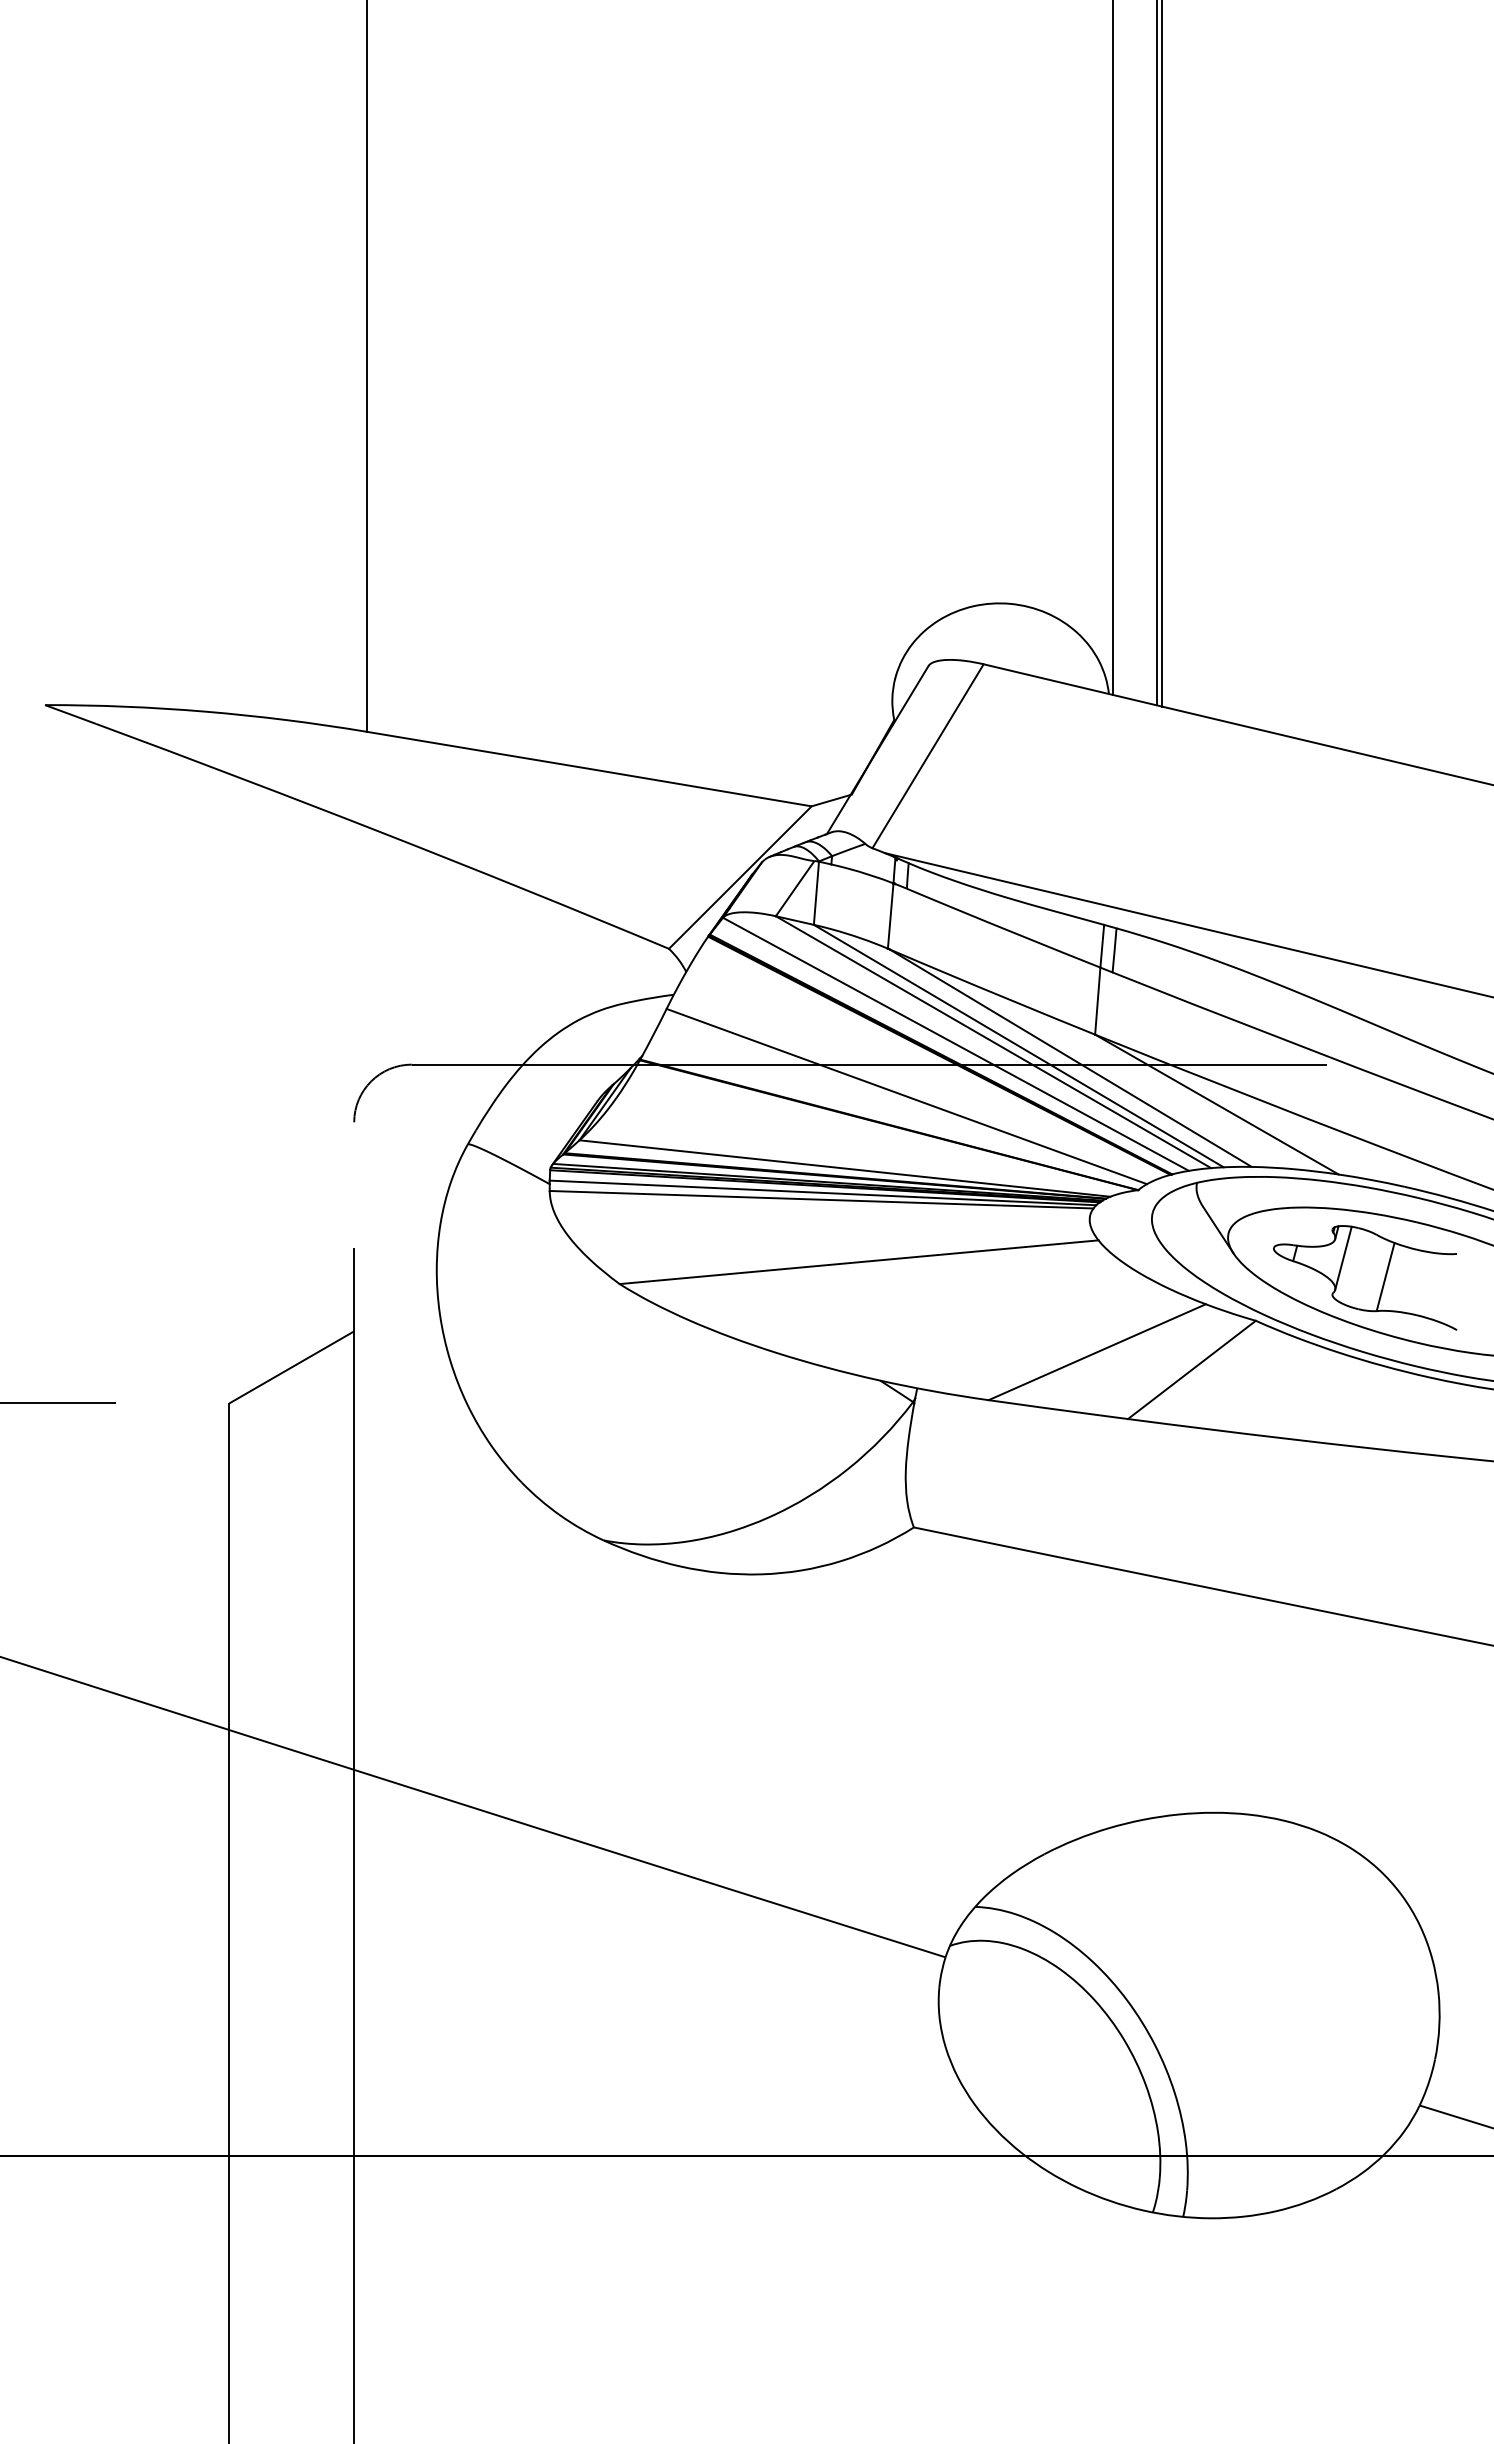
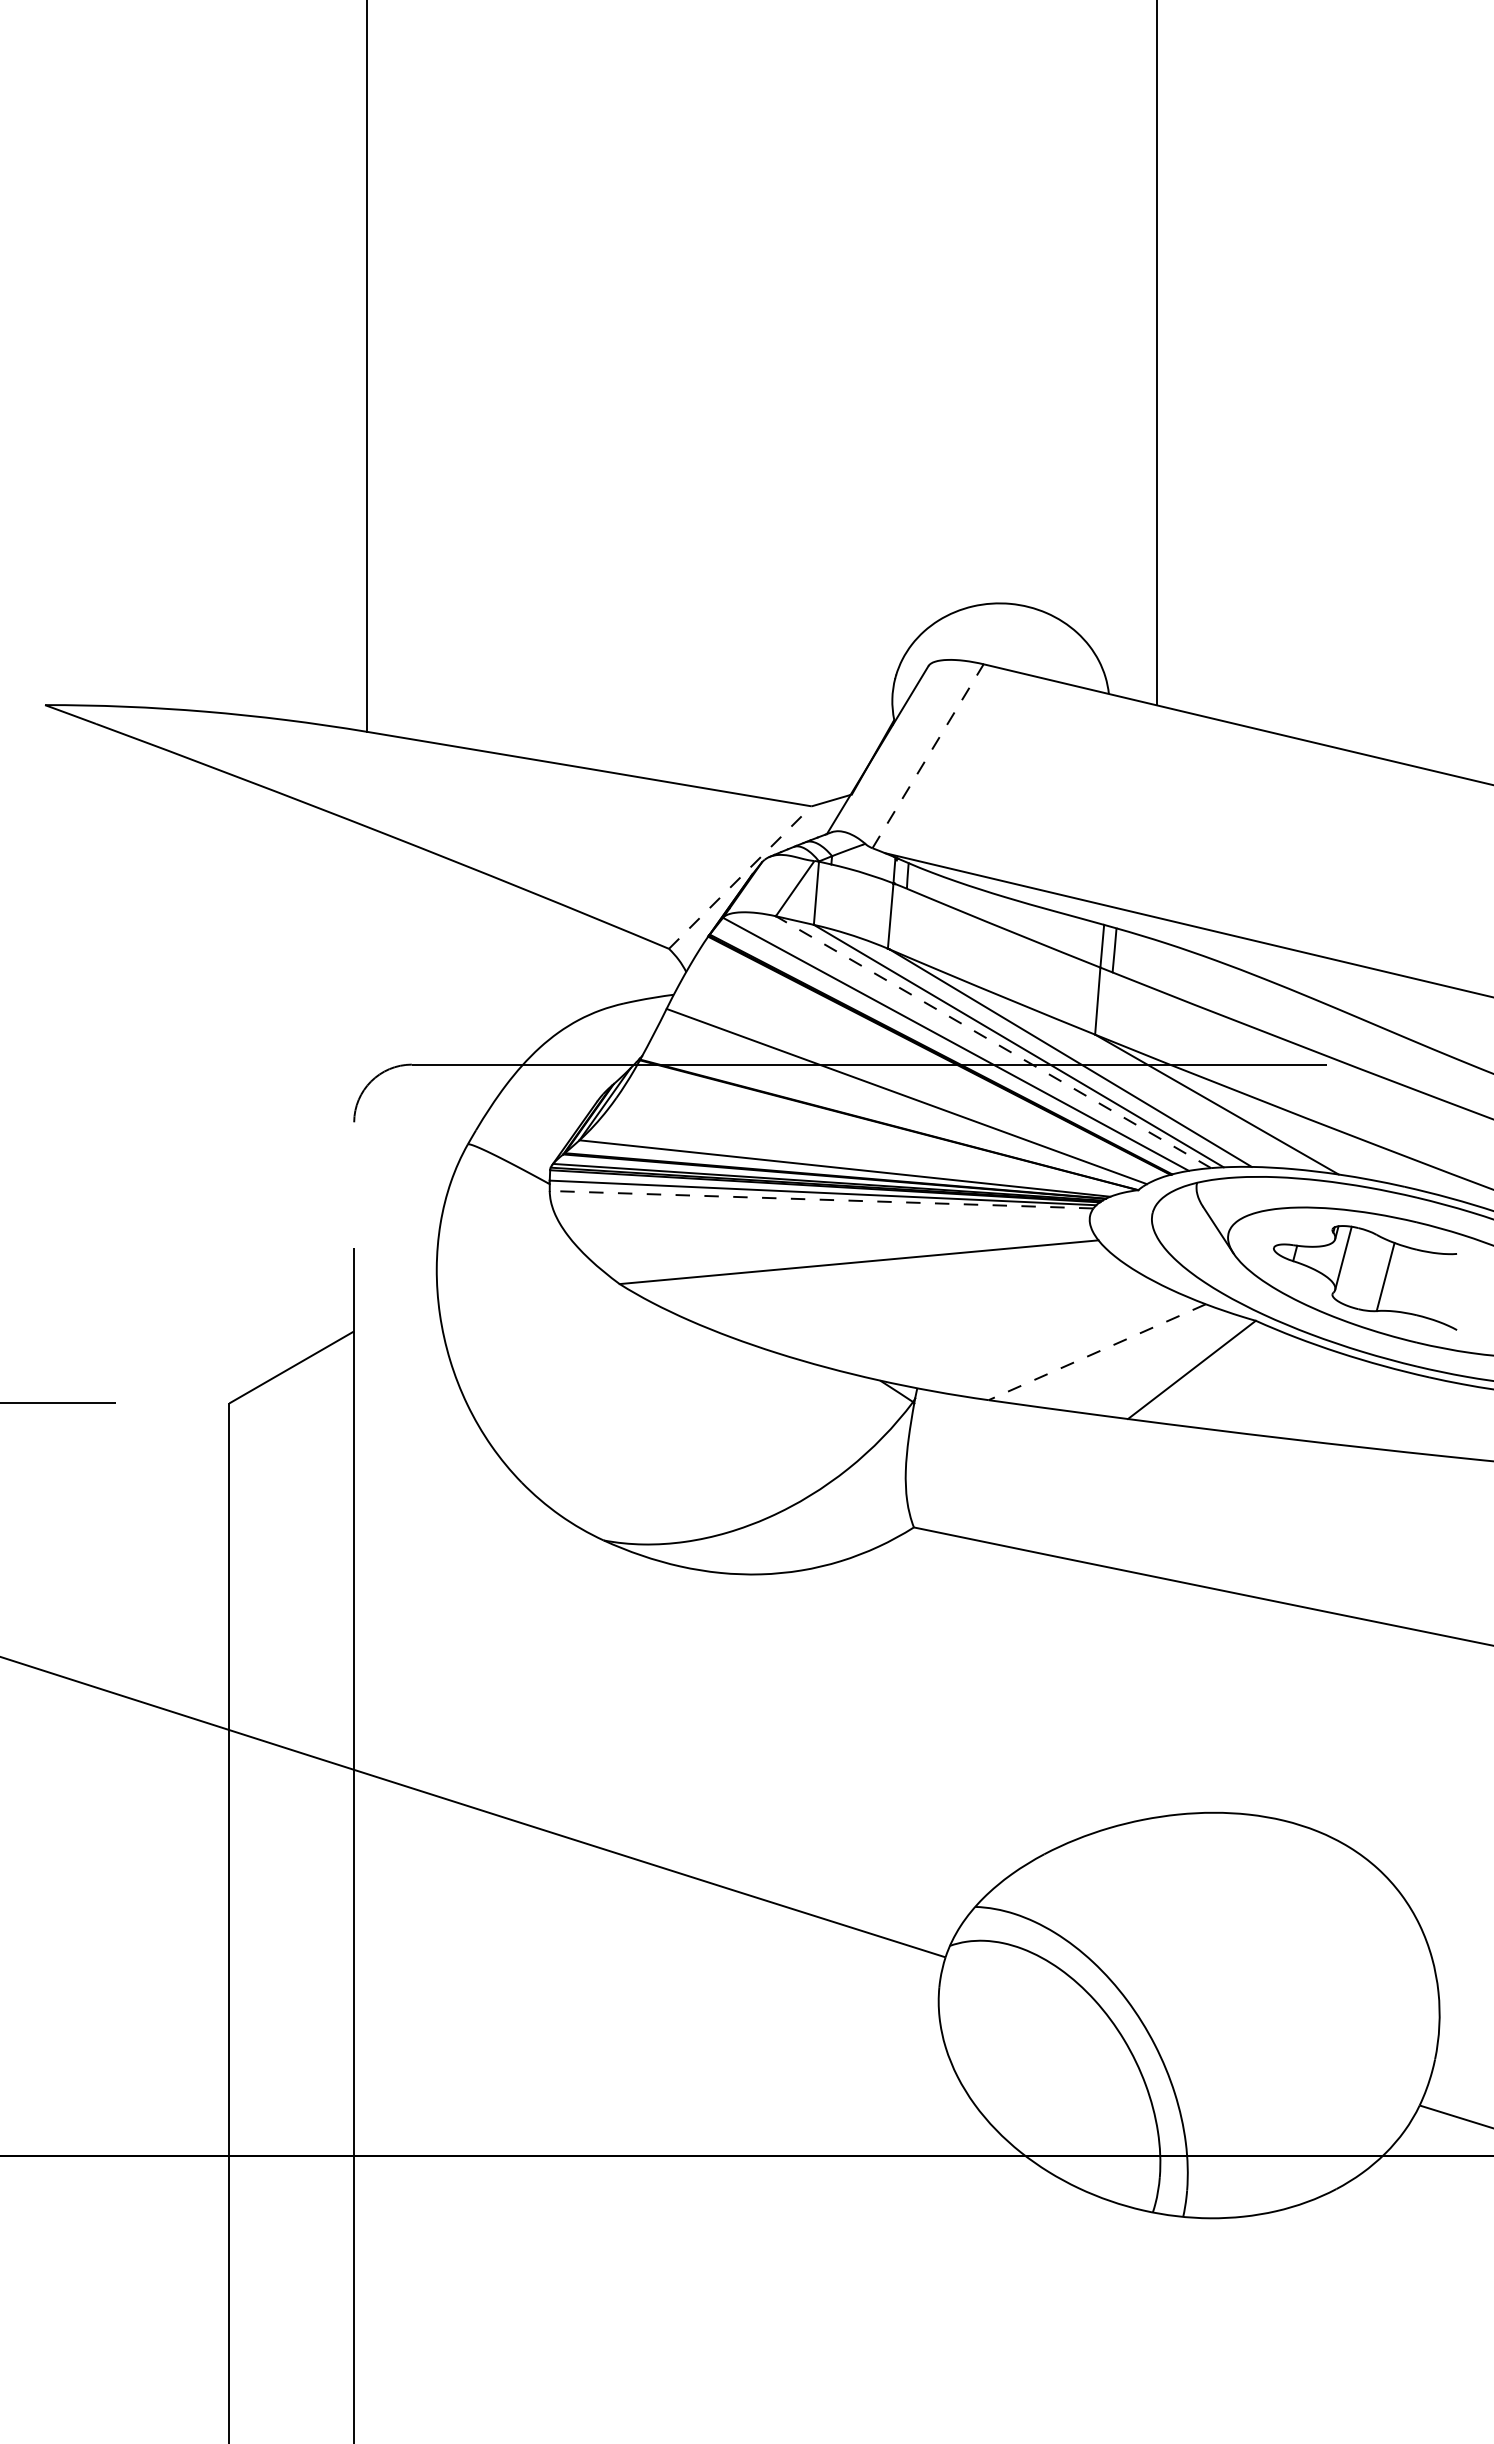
line at (1112, 348): present -> none
line at (1161, 354): present -> none
line at (928, 755): solid -> dashed
line at (740, 877): solid -> dashed
line at (993, 1041): solid -> dashed
line at (821, 1199): solid -> dashed
line at (1097, 1352): solid -> dashed
